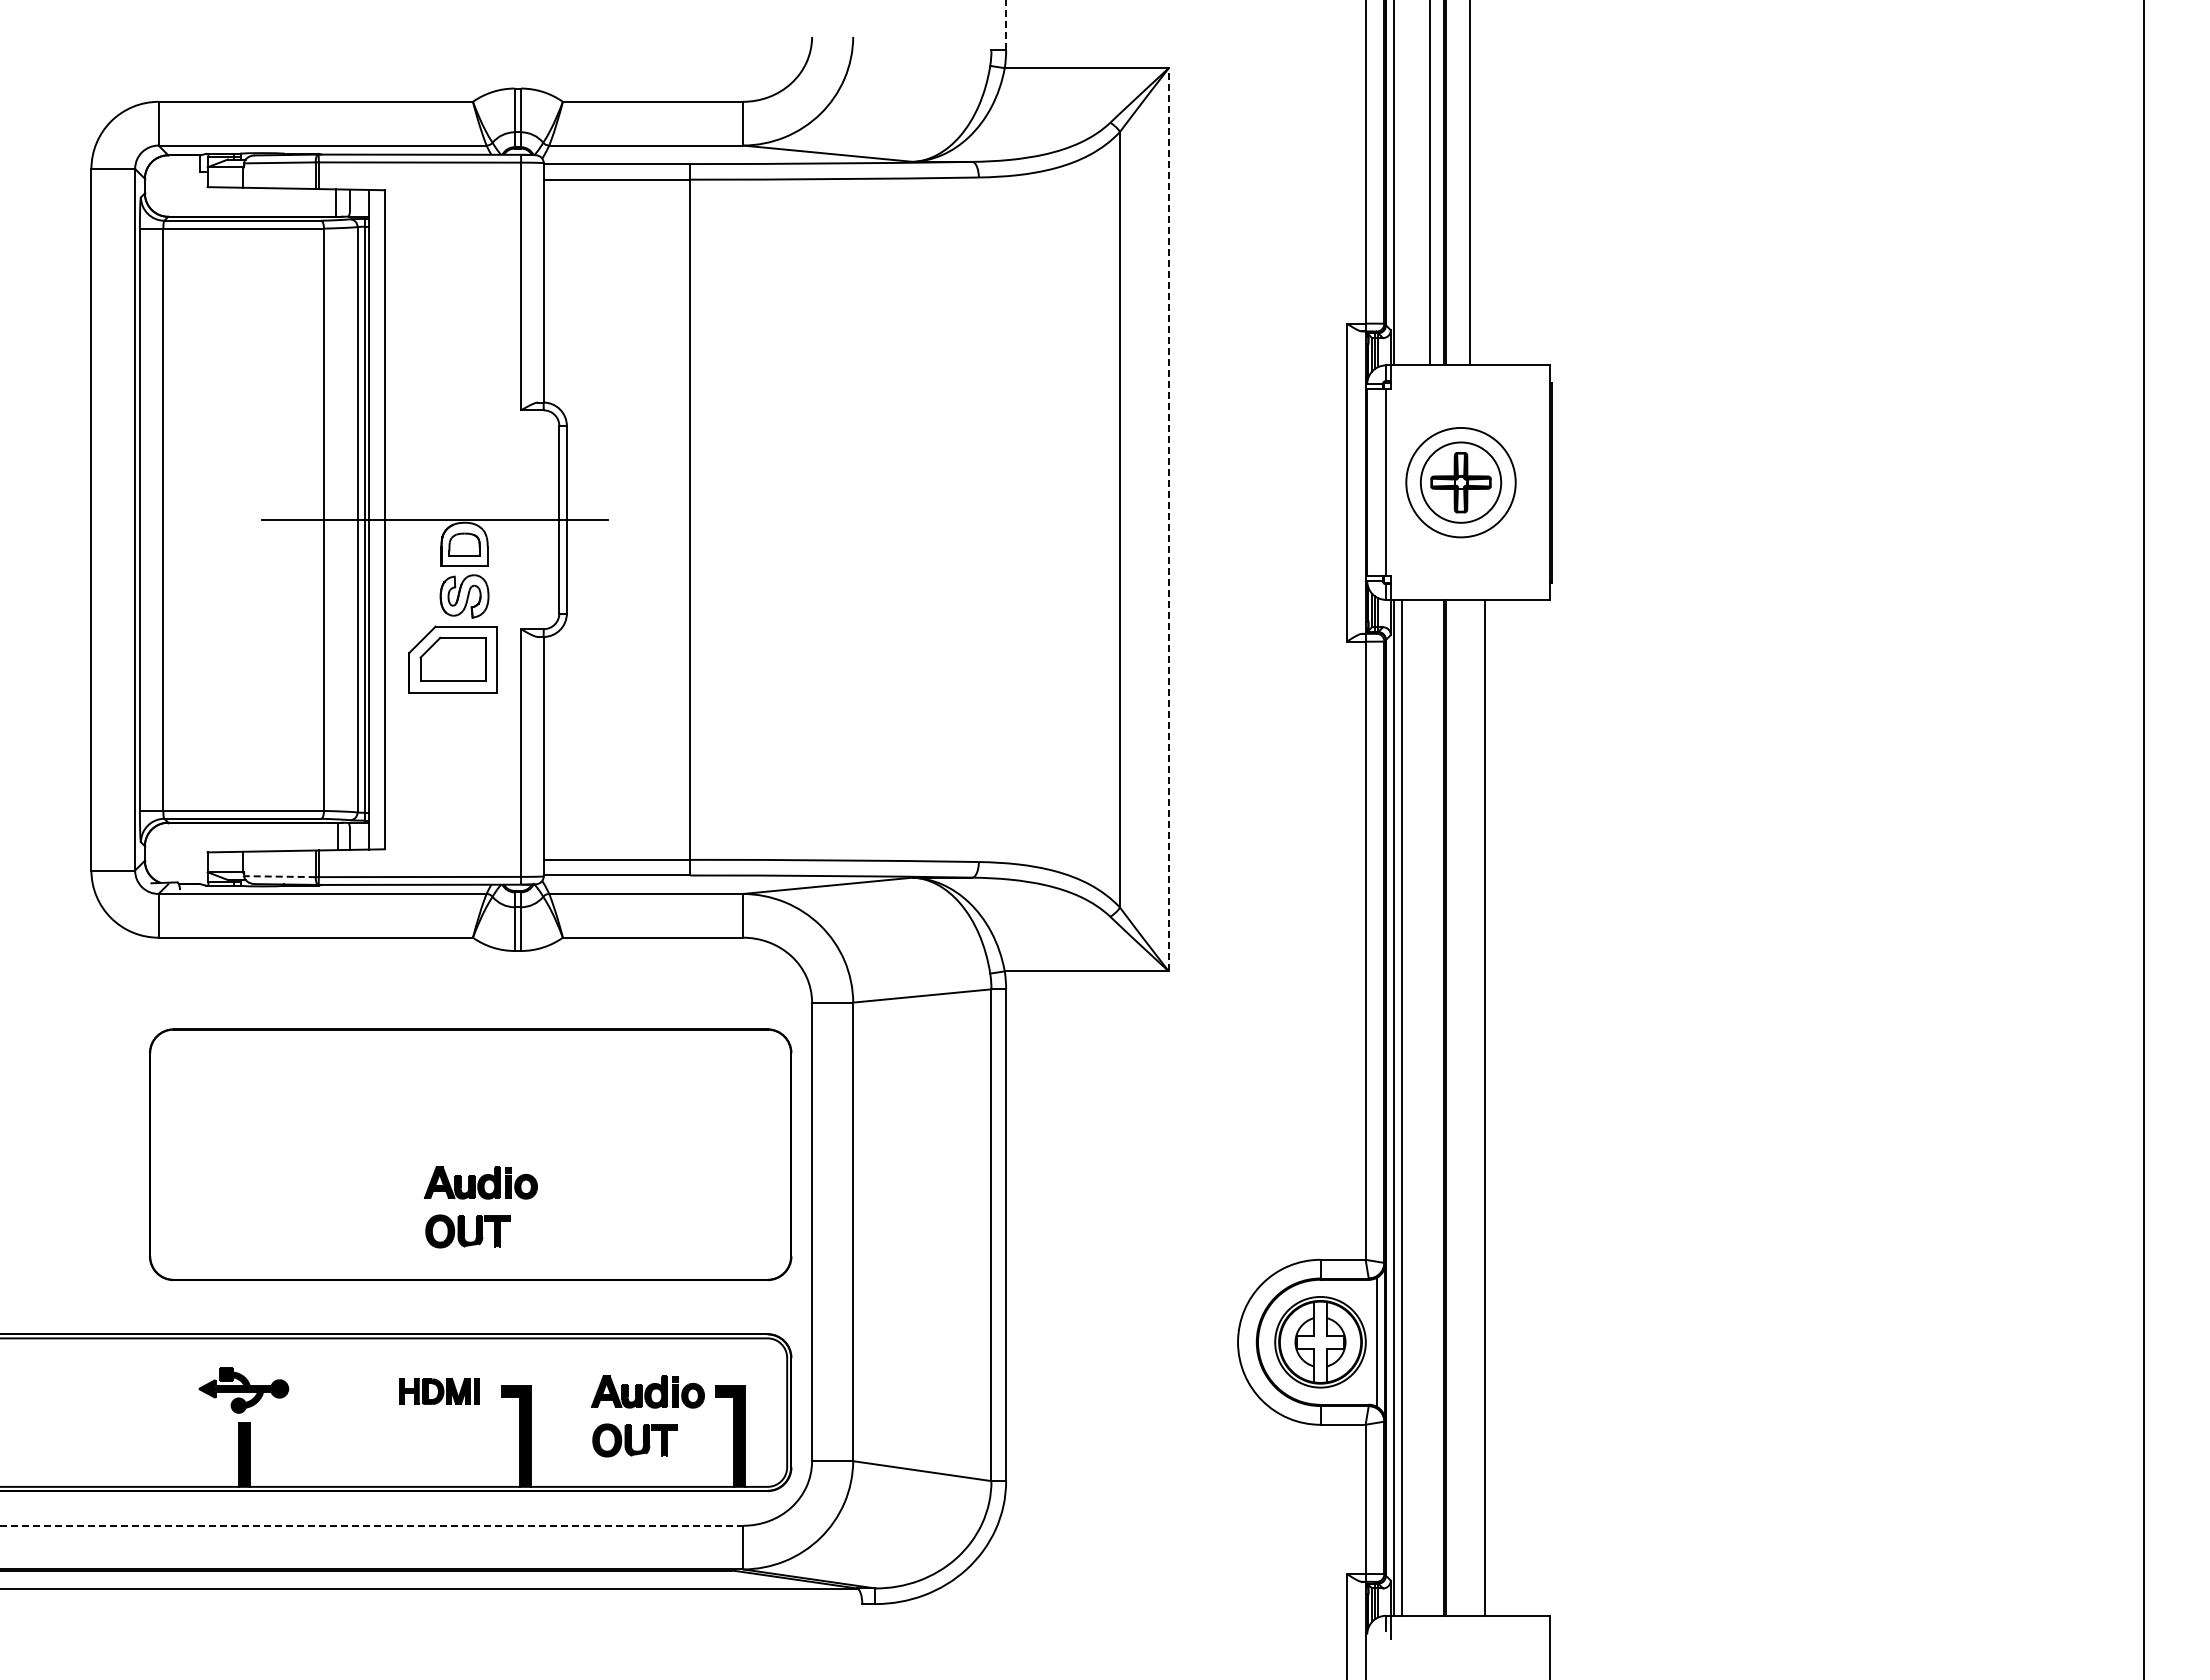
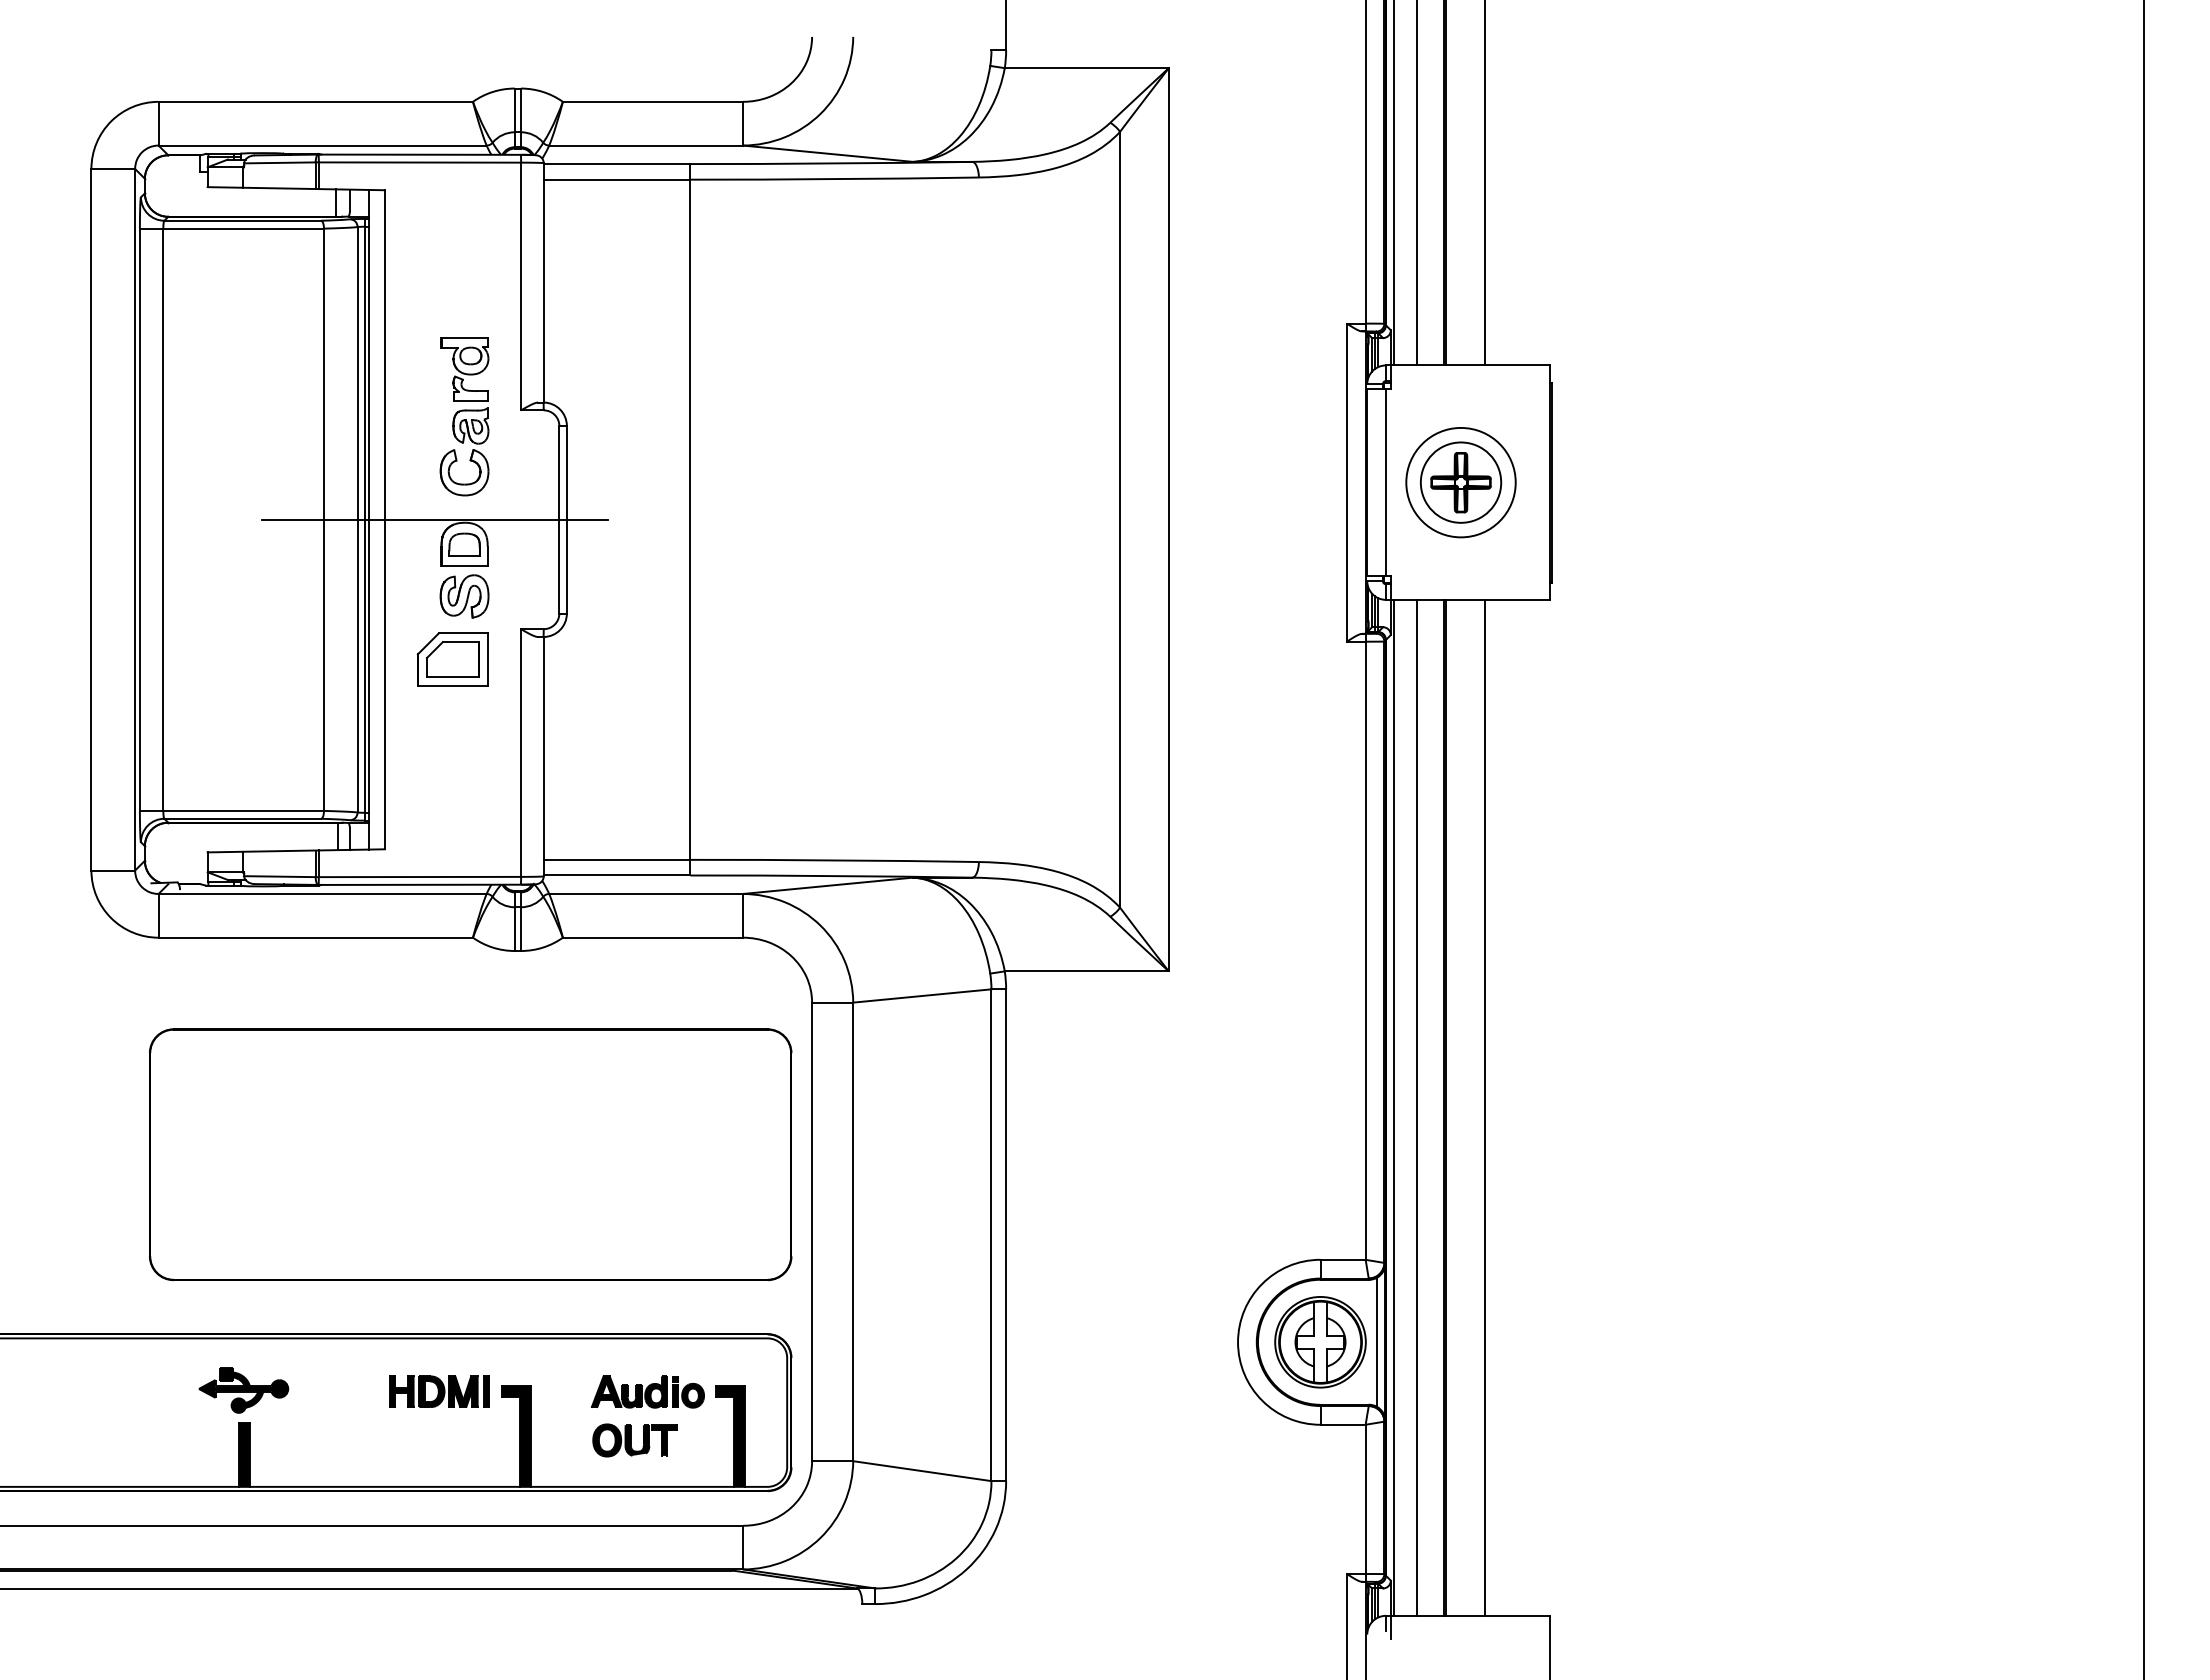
line at (1006, 25): dashed -> solid
line at (1430, 183) position: (1430, 183) -> (1417, 183)
line at (1469, 183) position: (1469, 183) -> (1484, 183)
part at (464, 416): none -> present
line at (1168, 519): dashed -> solid
part at (452, 659) size: 90x69 px -> 73x55 px
line at (279, 876): dashed -> solid
line at (1402, 1107) position: (1402, 1107) -> (1417, 1107)
part at (480, 1215): present -> none
part at (439, 1391) size: 81x27 px -> 101x33 px
line at (372, 1525): dashed -> solid
